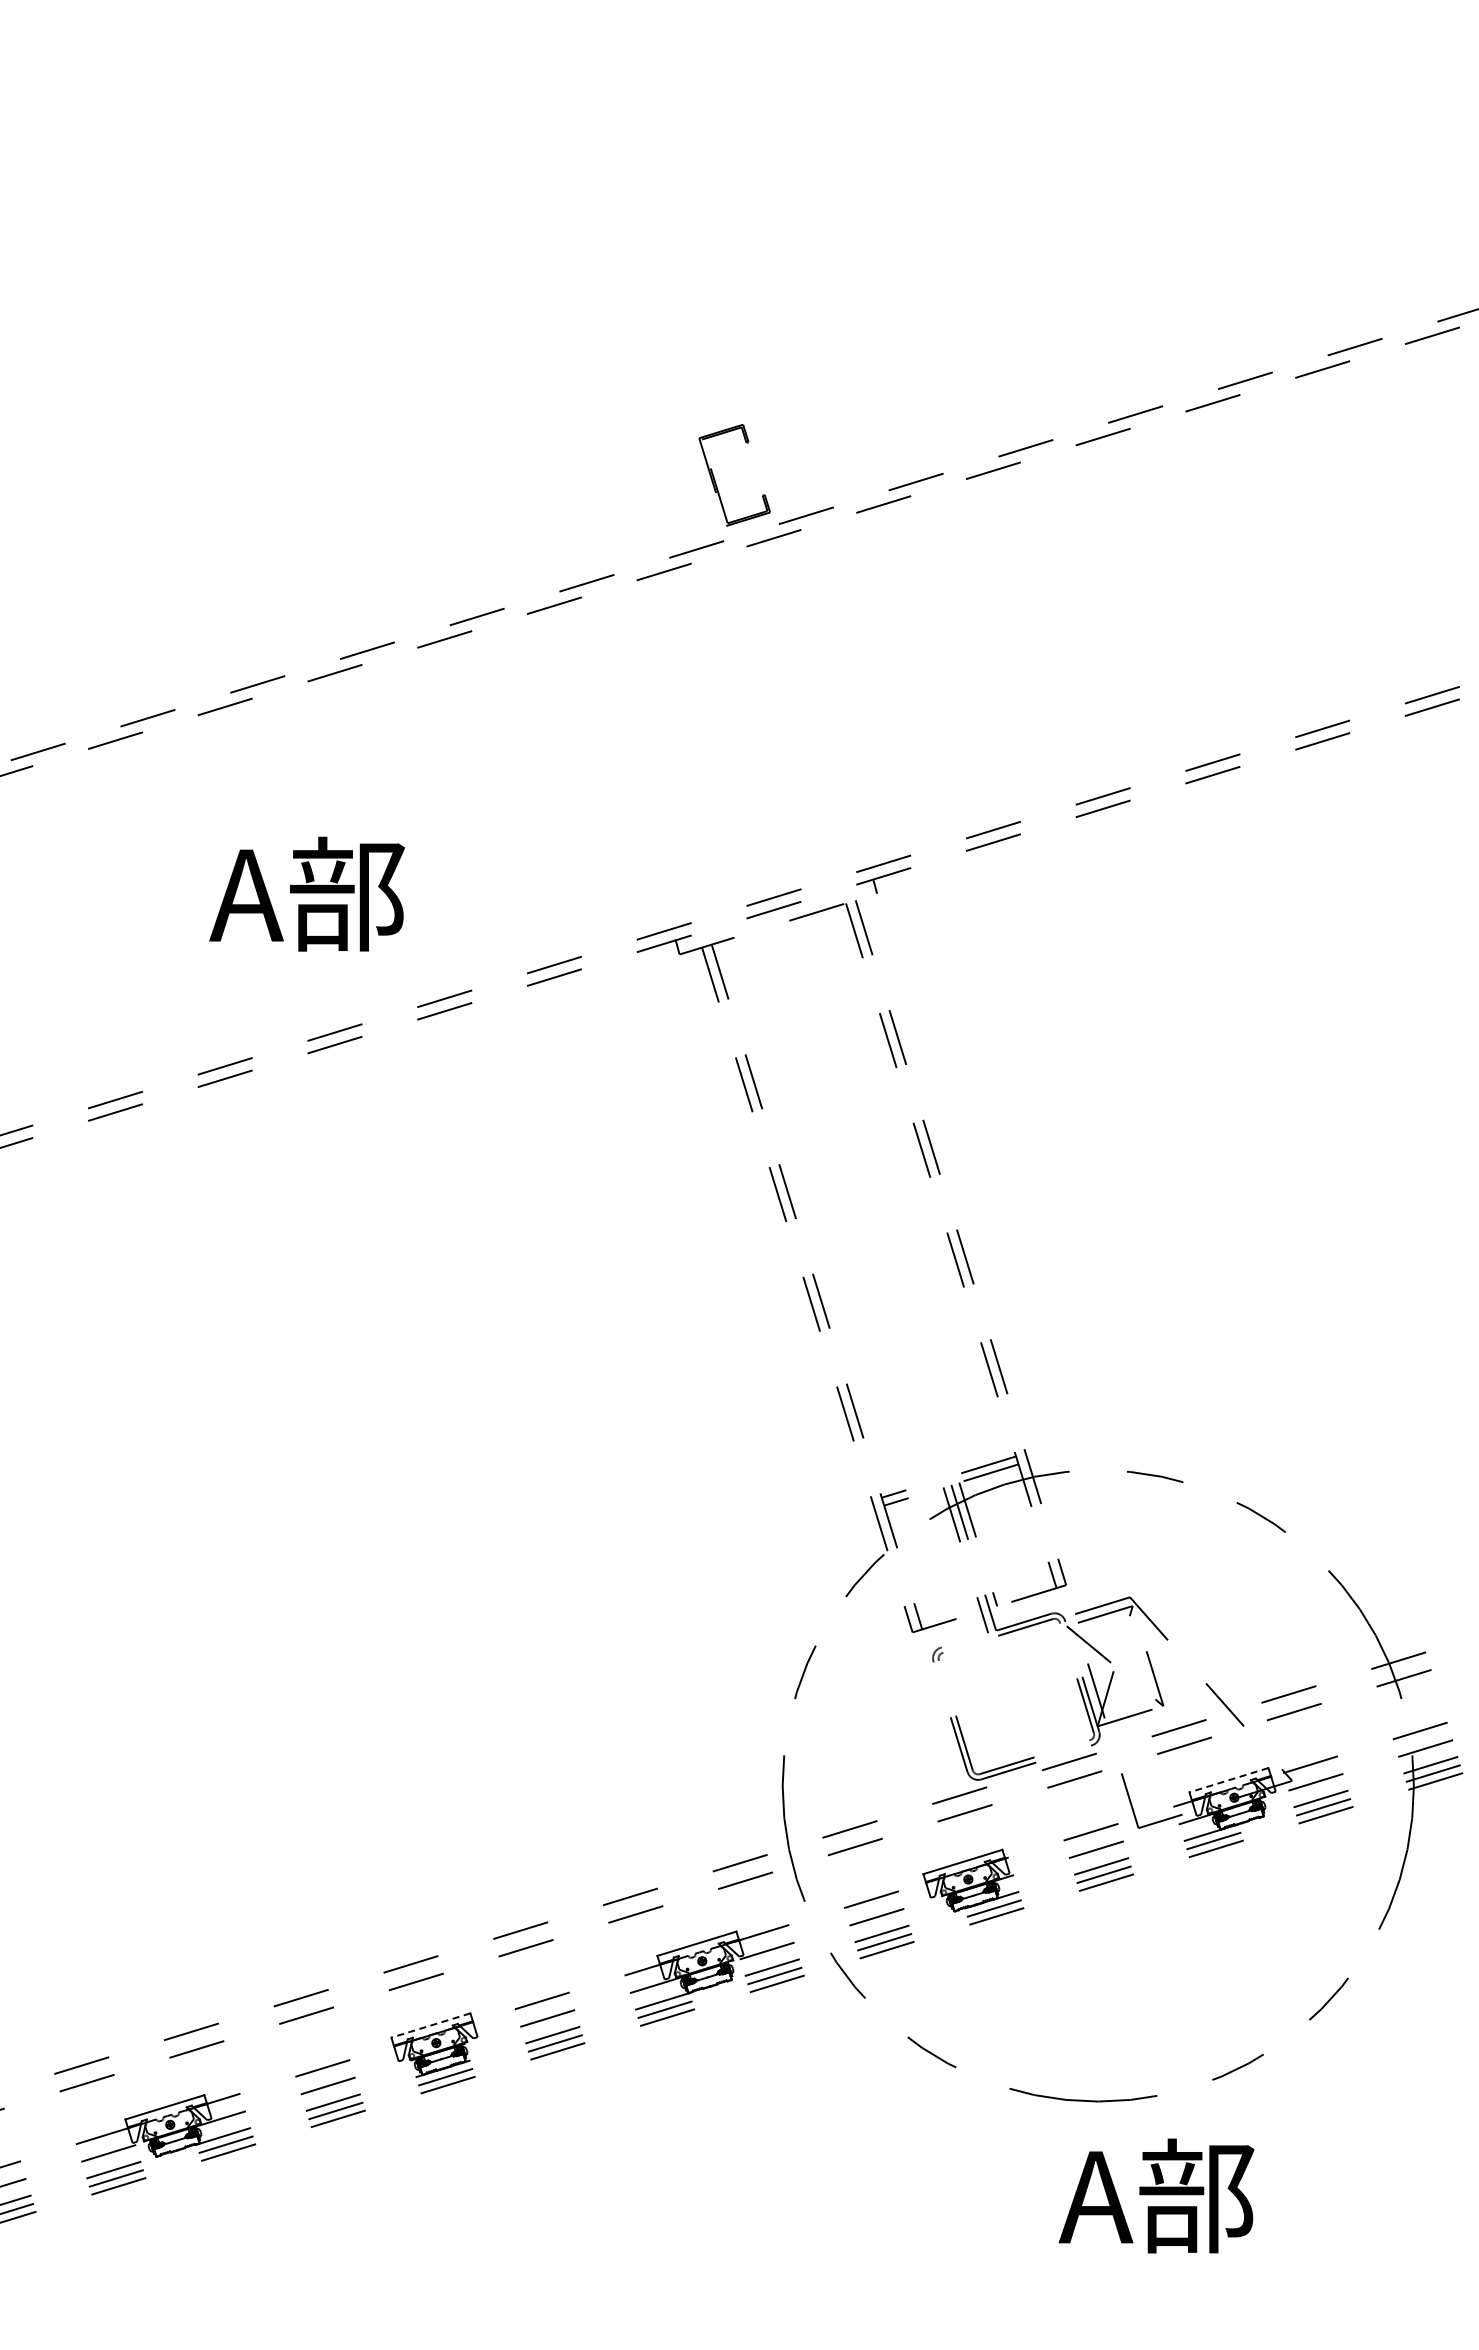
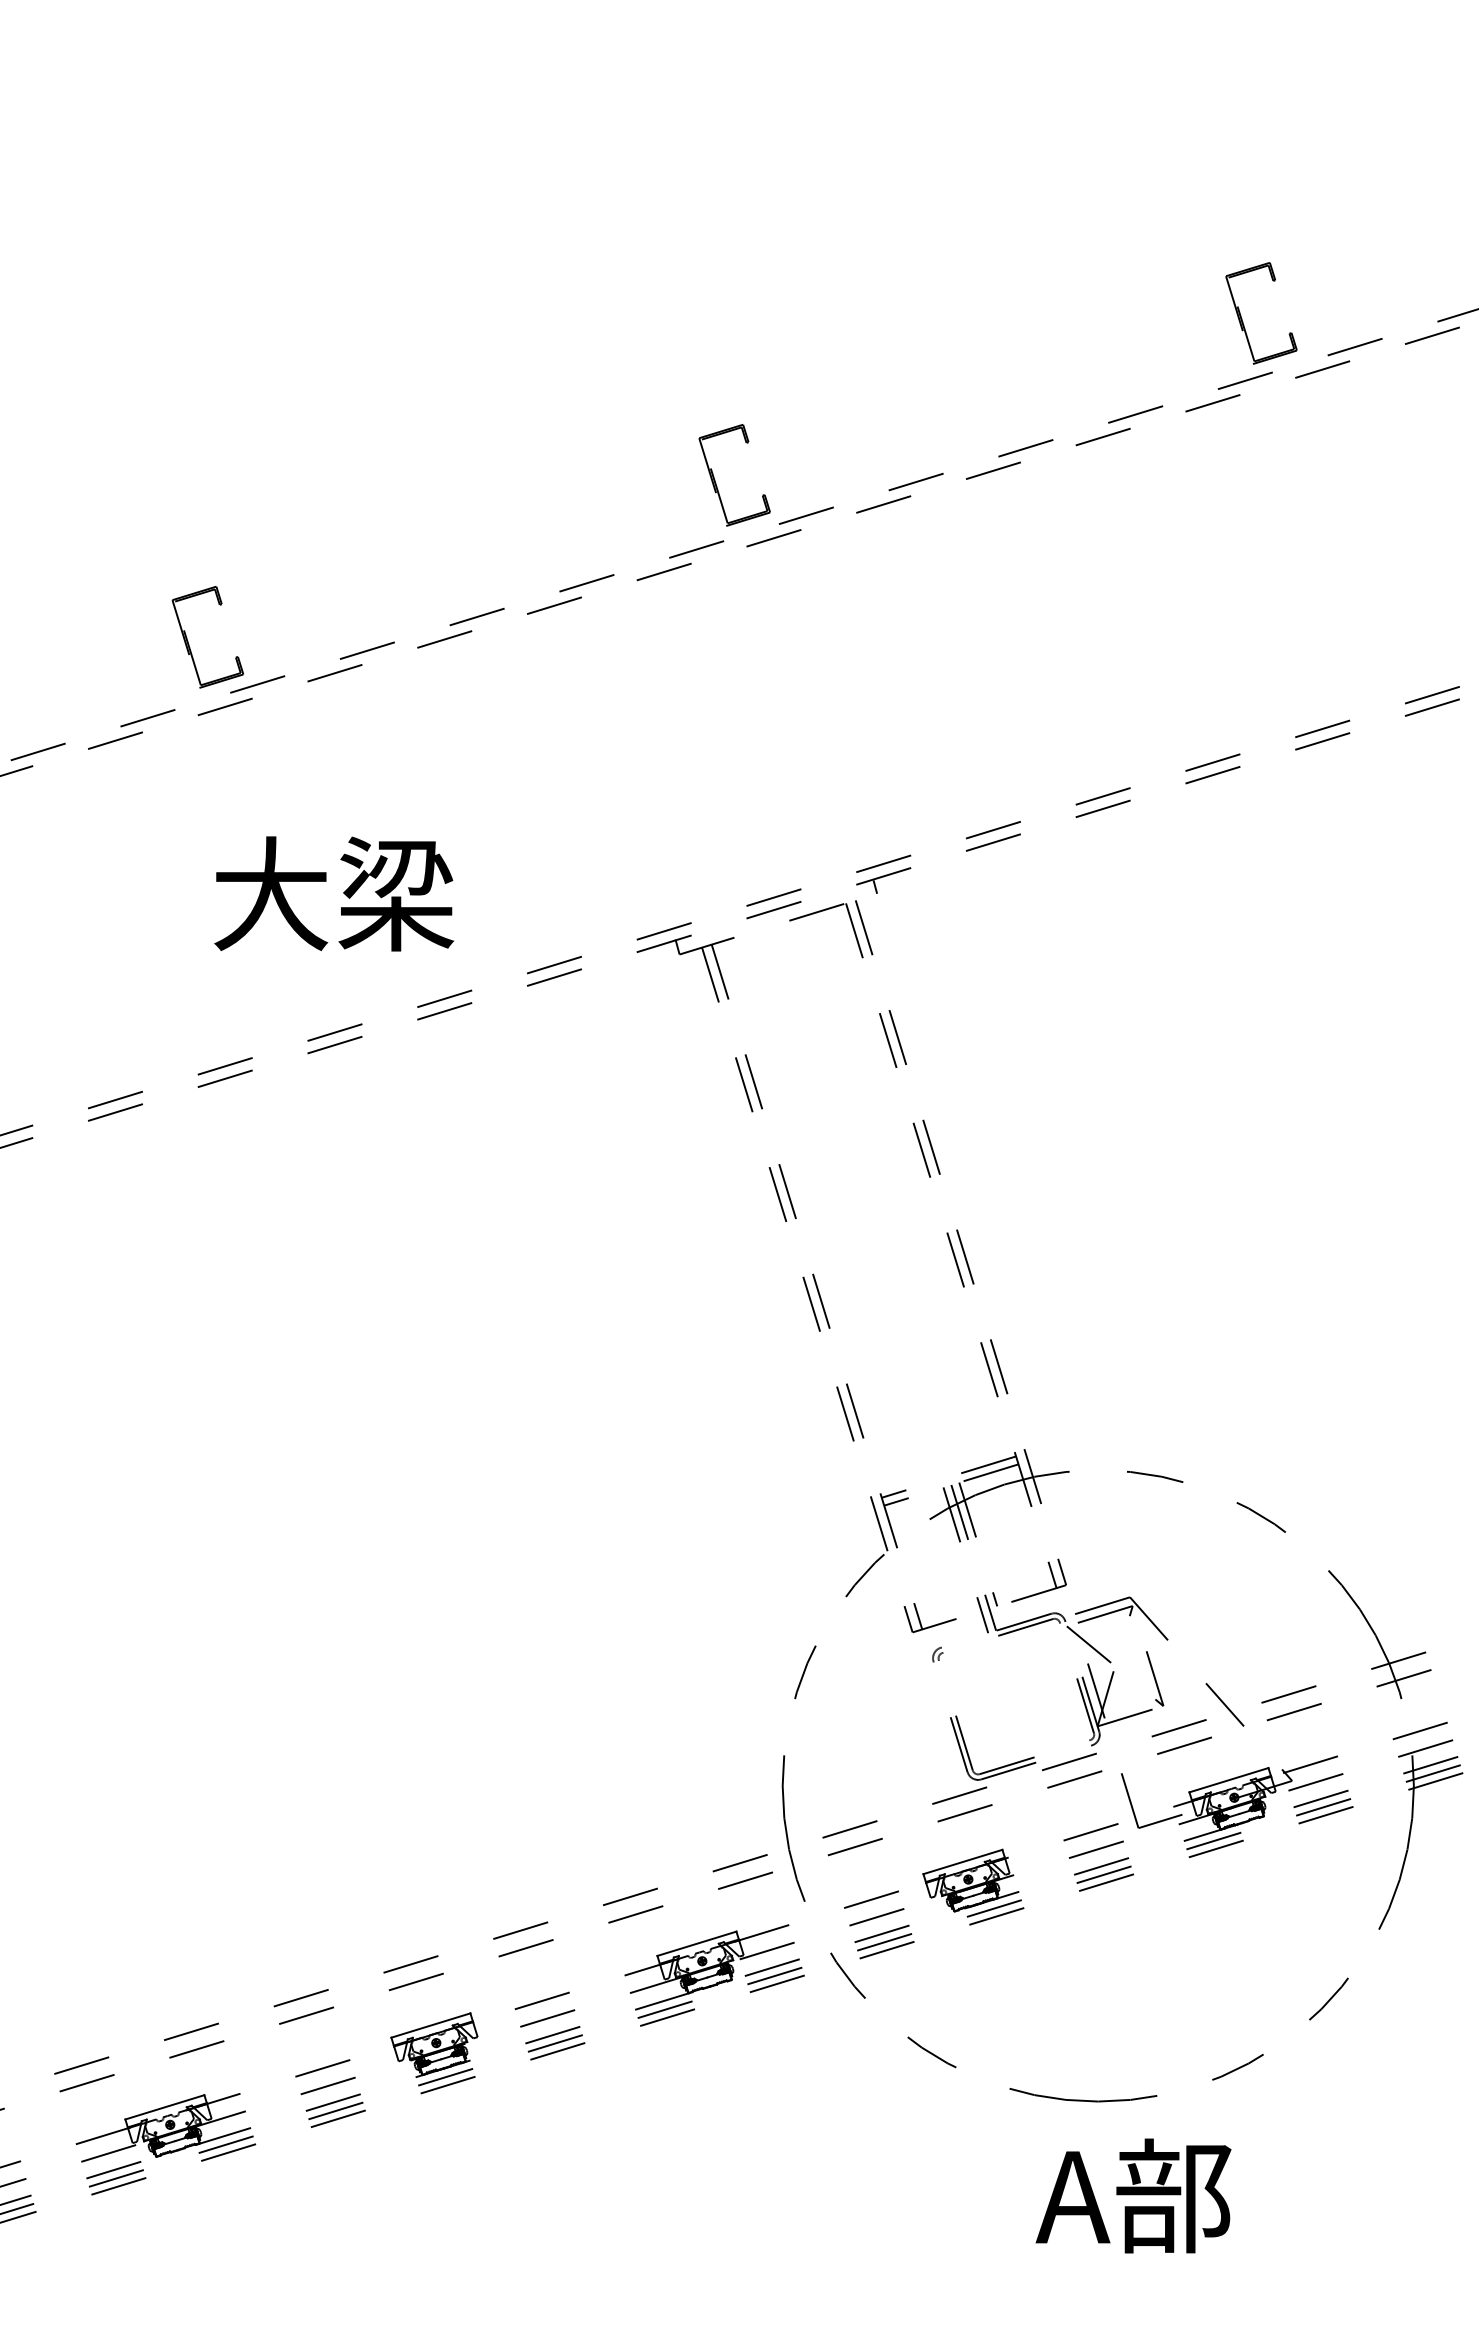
part at (1242, 318): none -> present
part at (189, 644): none -> present
text at (331, 893): A部 -> 大梁
line at (1228, 1780): dashed -> solid
line at (430, 2025): dashed -> solid
text at (1156, 2195) position: (1156, 2195) -> (1133, 2195)
